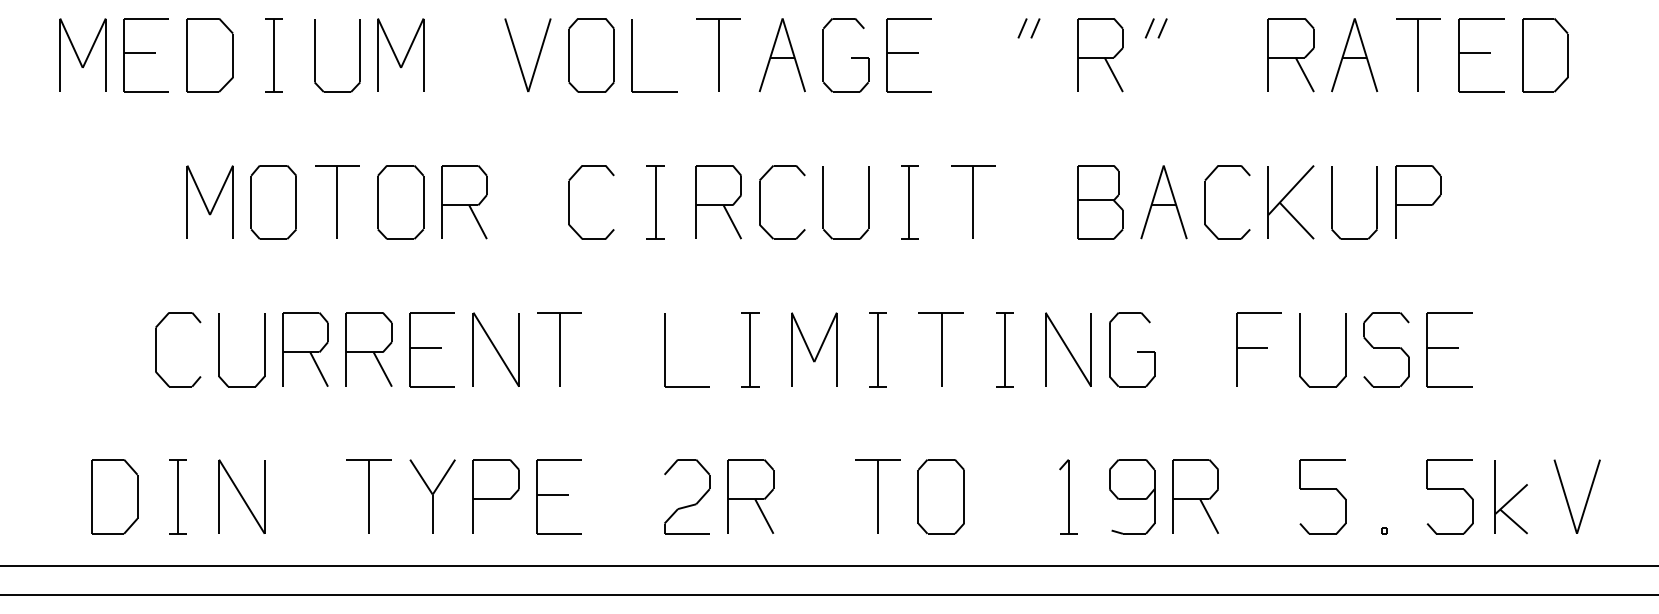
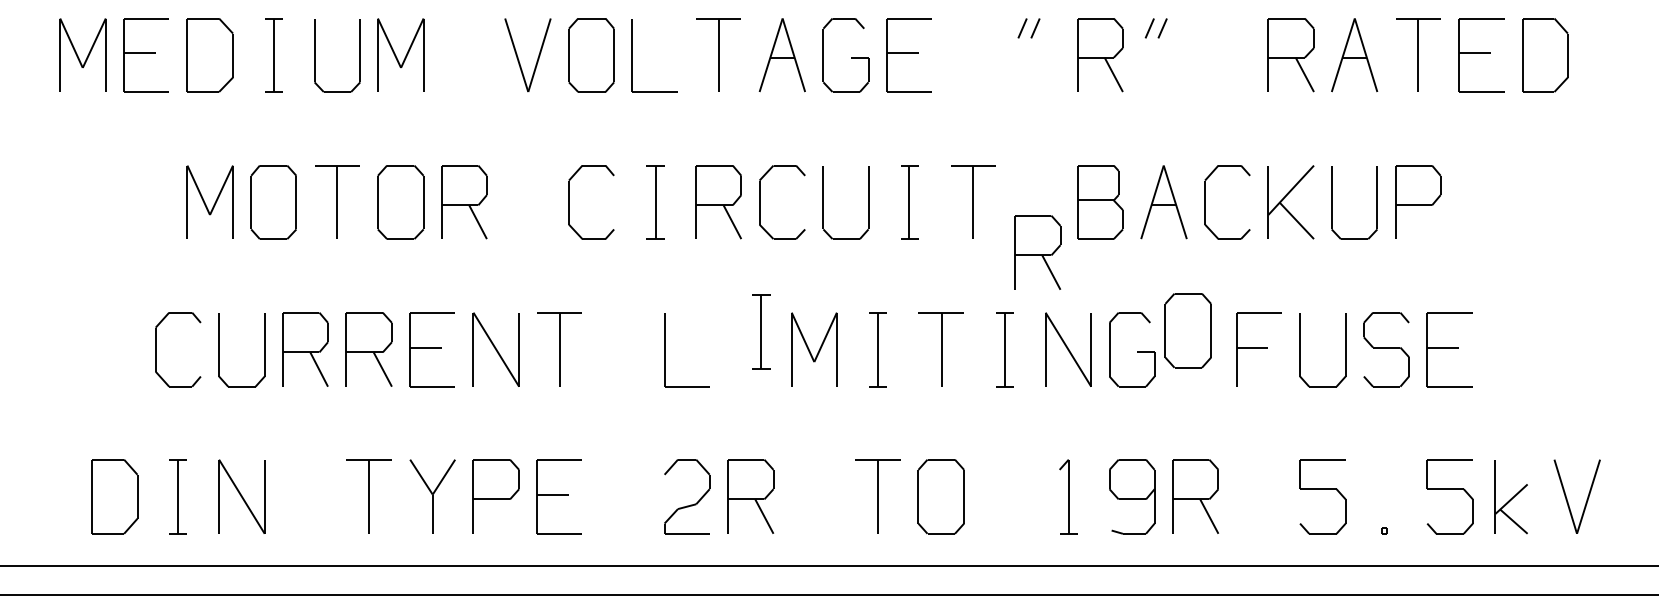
part at (1037, 252): none -> present
part at (1187, 330): none -> present
part at (750, 349) position: (750, 349) -> (761, 331)
